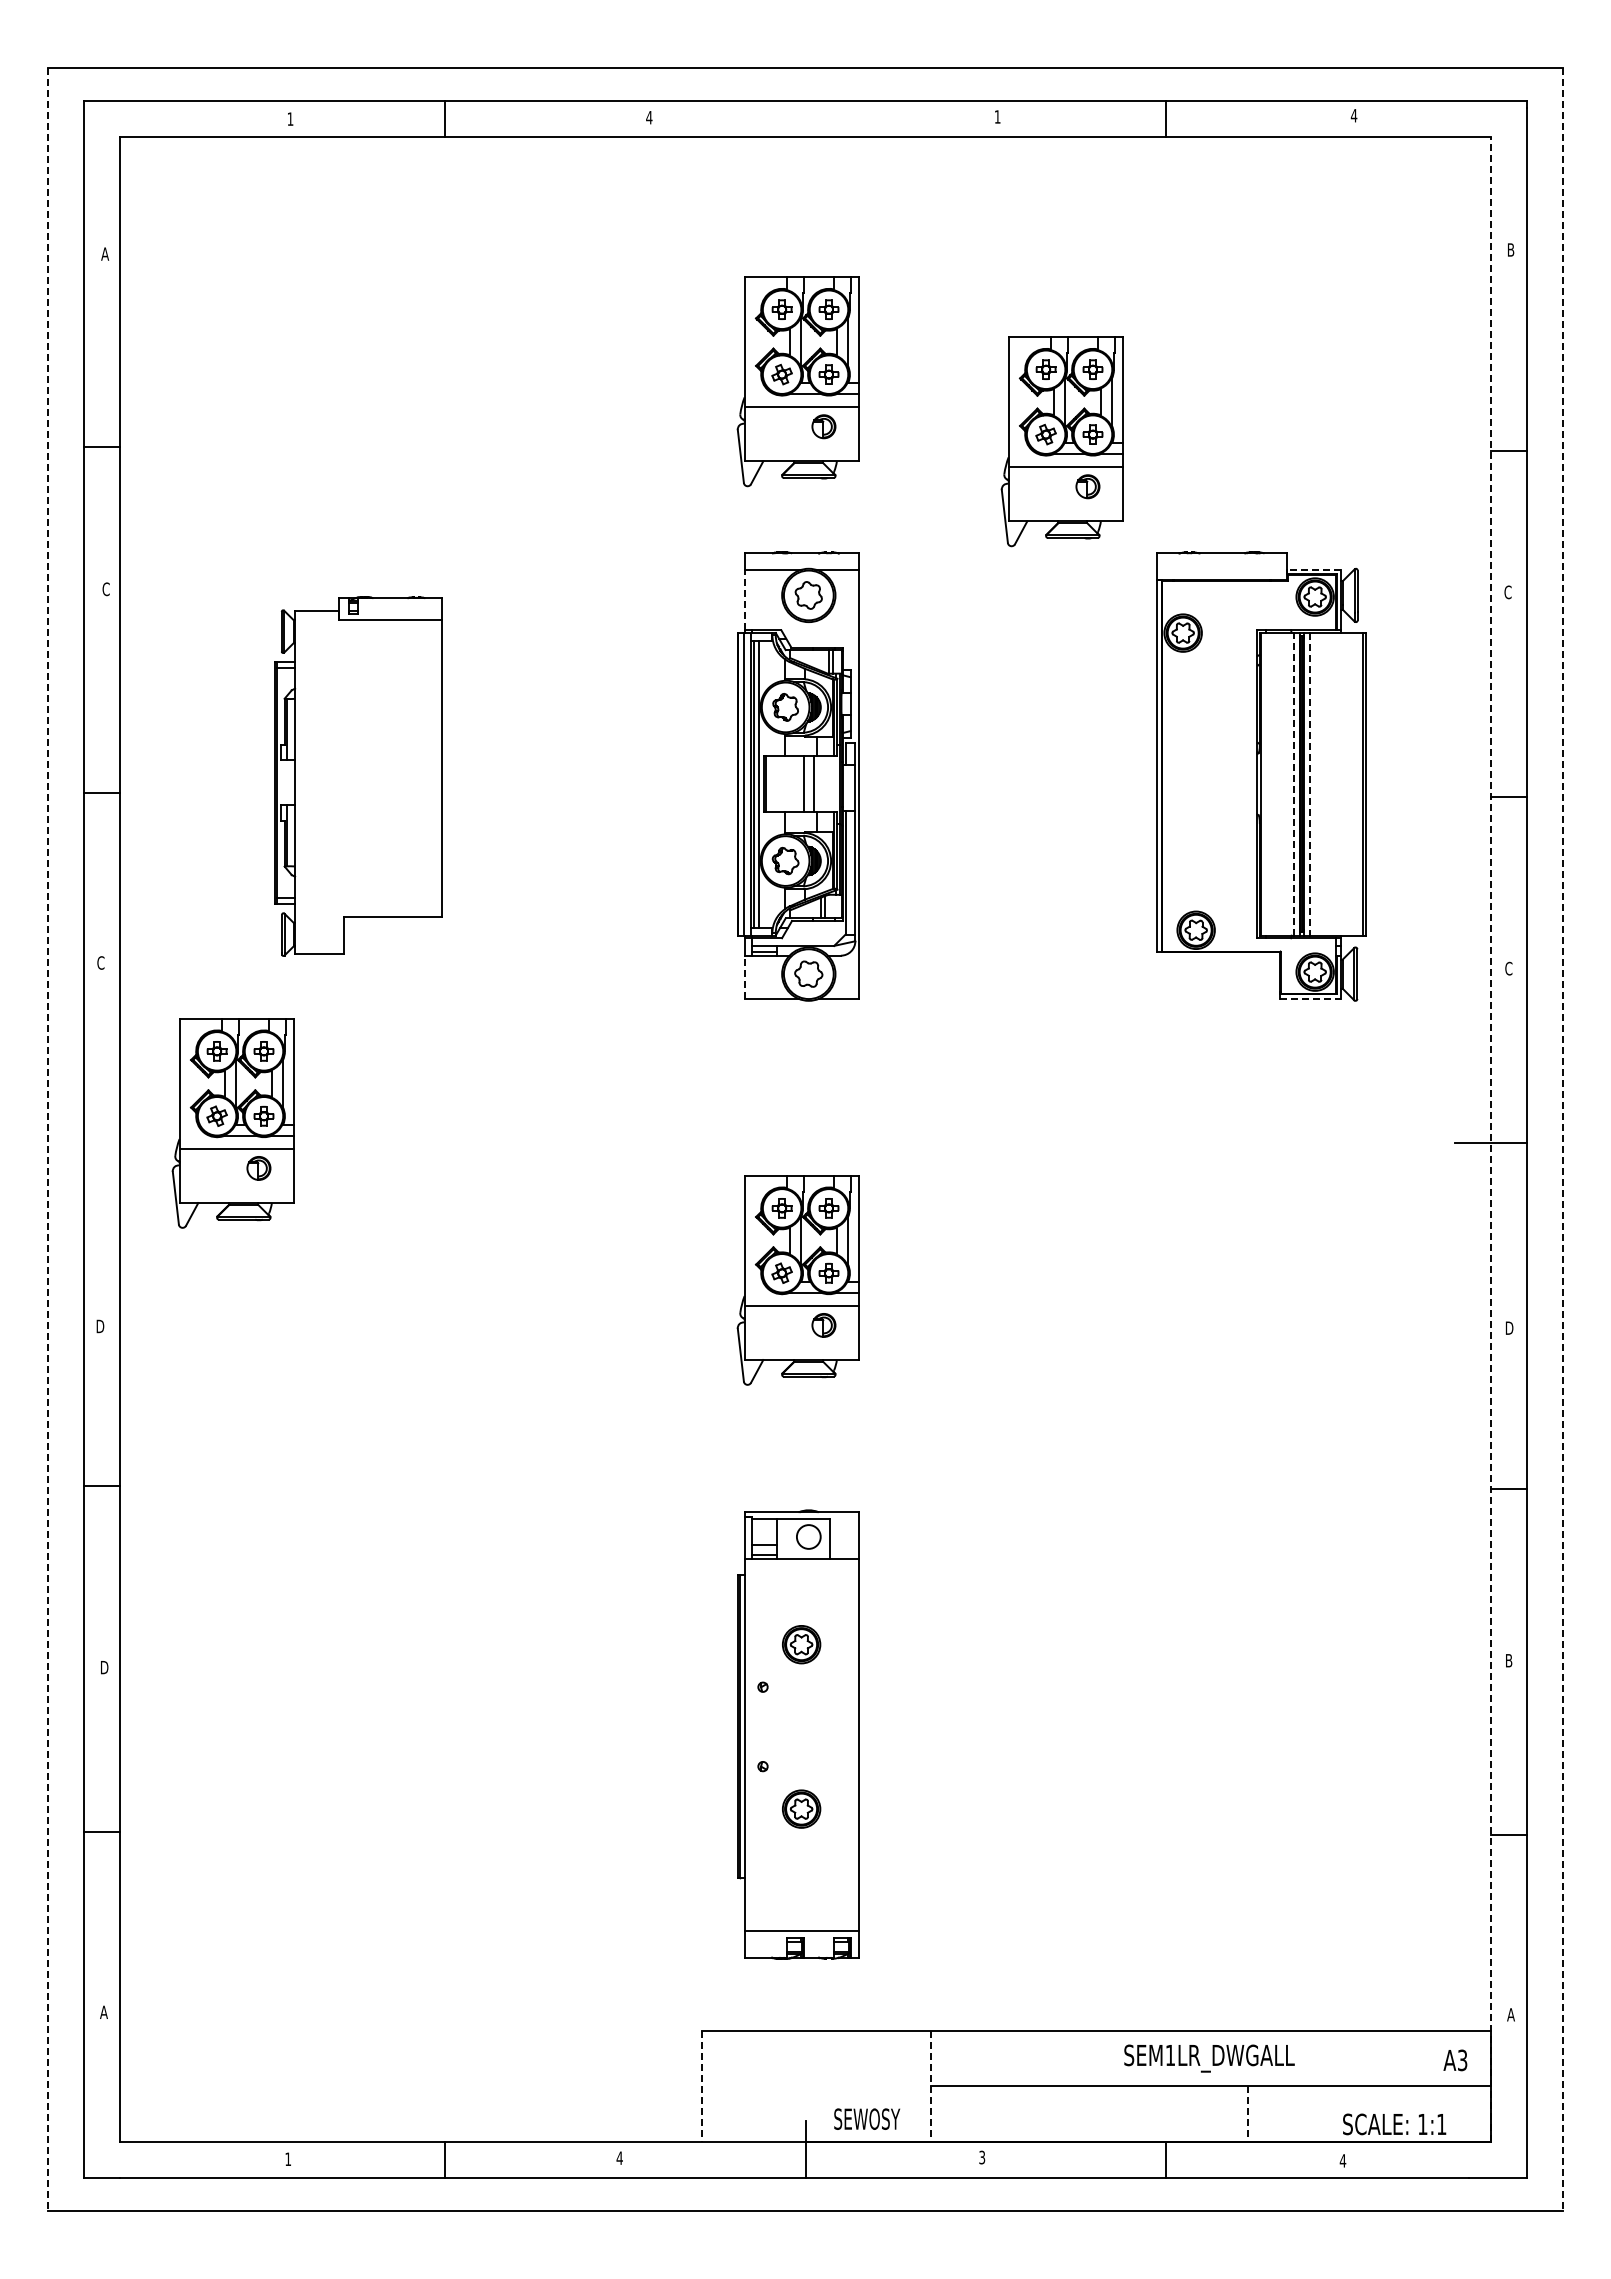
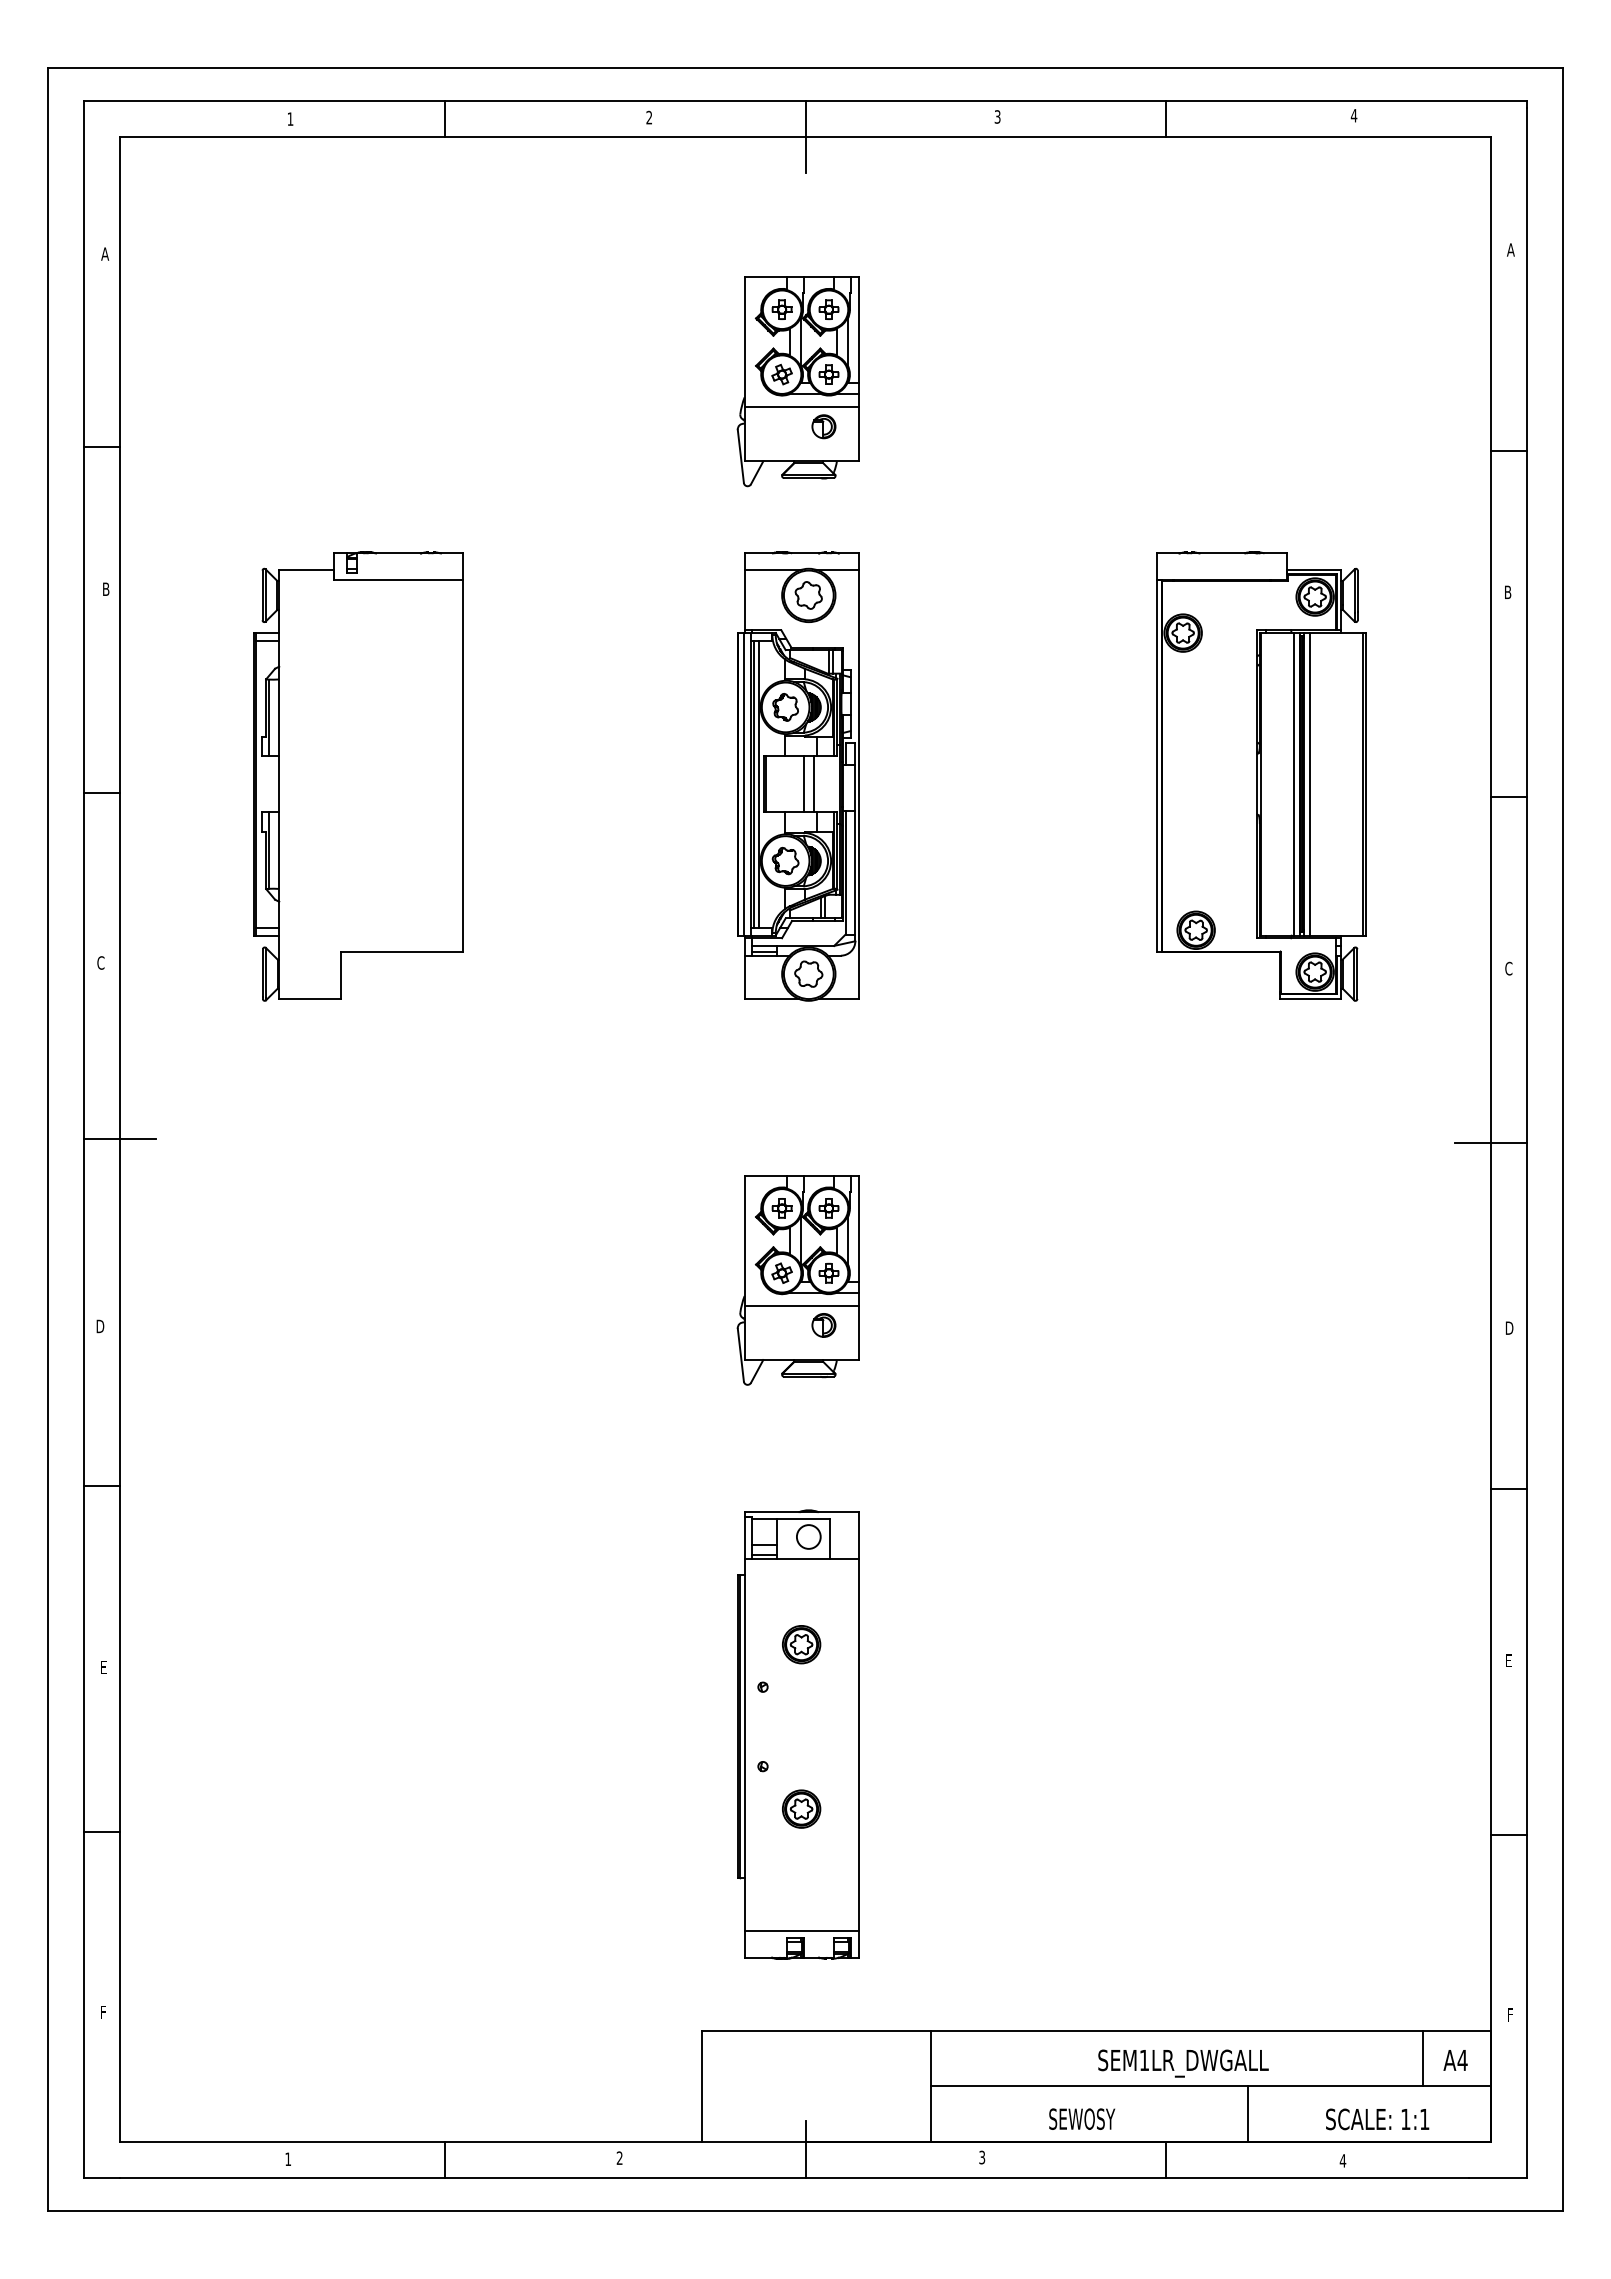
text at (997, 116): 1 -> 3
text at (649, 117): 4 -> 2
line at (805, 136): none -> present
text at (1510, 249): B -> A
part at (1061, 441): present -> none
line at (1313, 569): dashed -> solid
text at (105, 589): C -> B
text at (1507, 592): C -> B
line at (744, 599): dashed -> solid
part at (358, 776) size: 169x361 px -> 211x451 px
line at (1294, 783): dashed -> solid
line at (1309, 784): dashed -> solid
line at (744, 977): dashed -> solid
line at (1310, 998): dashed -> solid
part at (232, 1123): present -> none
line at (48, 1139): dashed -> solid
line at (120, 1139): none -> present
line at (1490, 1139): dashed -> solid
line at (1562, 1139): dashed -> solid
text at (1509, 1660): B -> E
text at (104, 1667): D -> E
text at (103, 2011): A -> F
text at (1510, 2014): A -> F
text at (1209, 2058) position: (1209, 2058) -> (1183, 2063)
line at (1423, 2058): none -> present
text at (1462, 2060): A3 -> A4
line at (702, 2086): dashed -> solid
line at (930, 2086): dashed -> solid
line at (1247, 2114): dashed -> solid
text at (867, 2118) position: (867, 2118) -> (1082, 2118)
text at (1394, 2124) position: (1394, 2124) -> (1377, 2119)
text at (619, 2157): 4 -> 2
